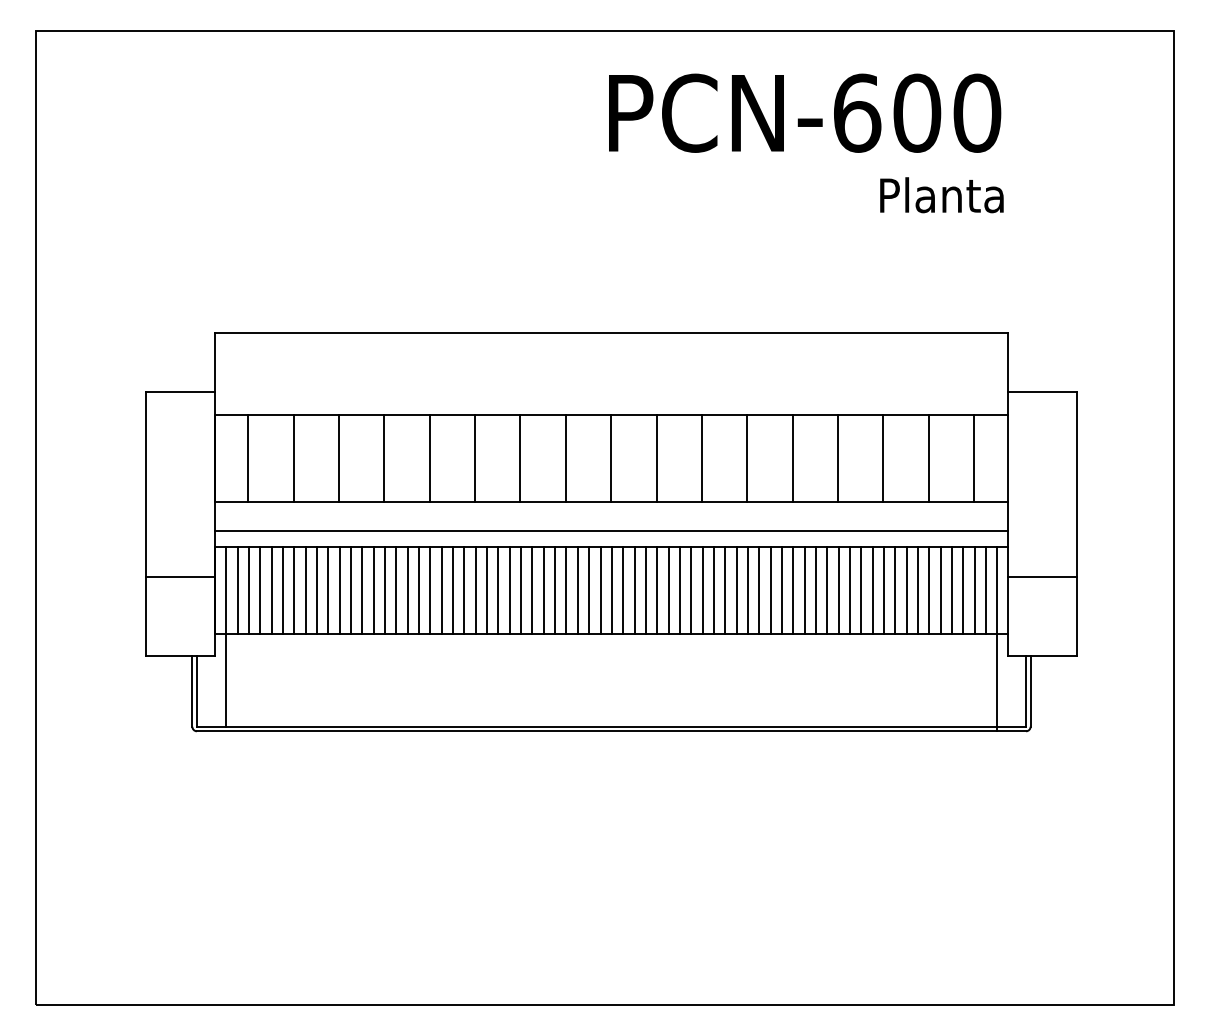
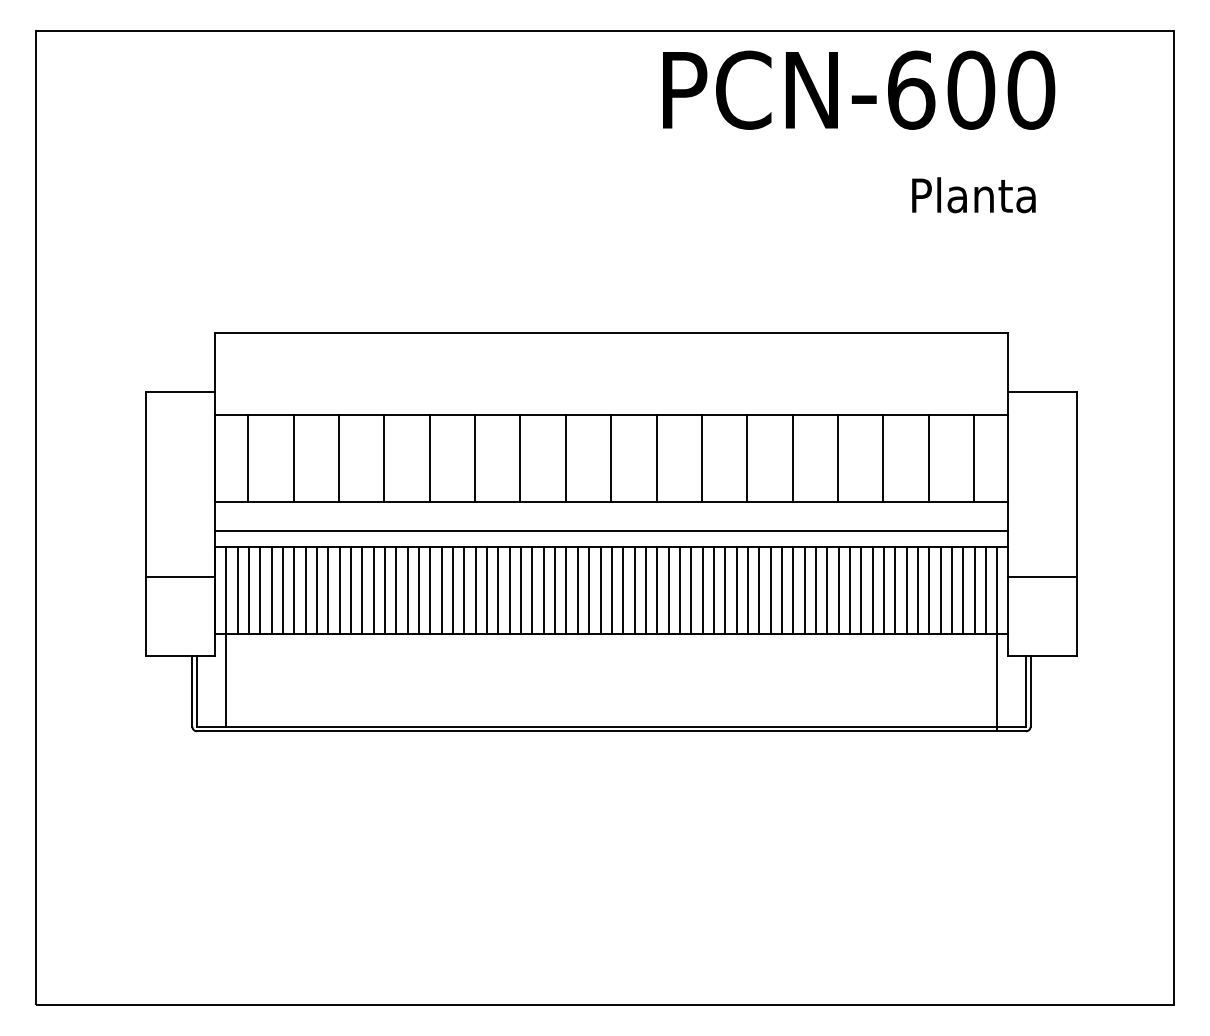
text at (805, 112) position: (805, 112) -> (859, 89)
text at (941, 195) position: (941, 195) -> (973, 195)
